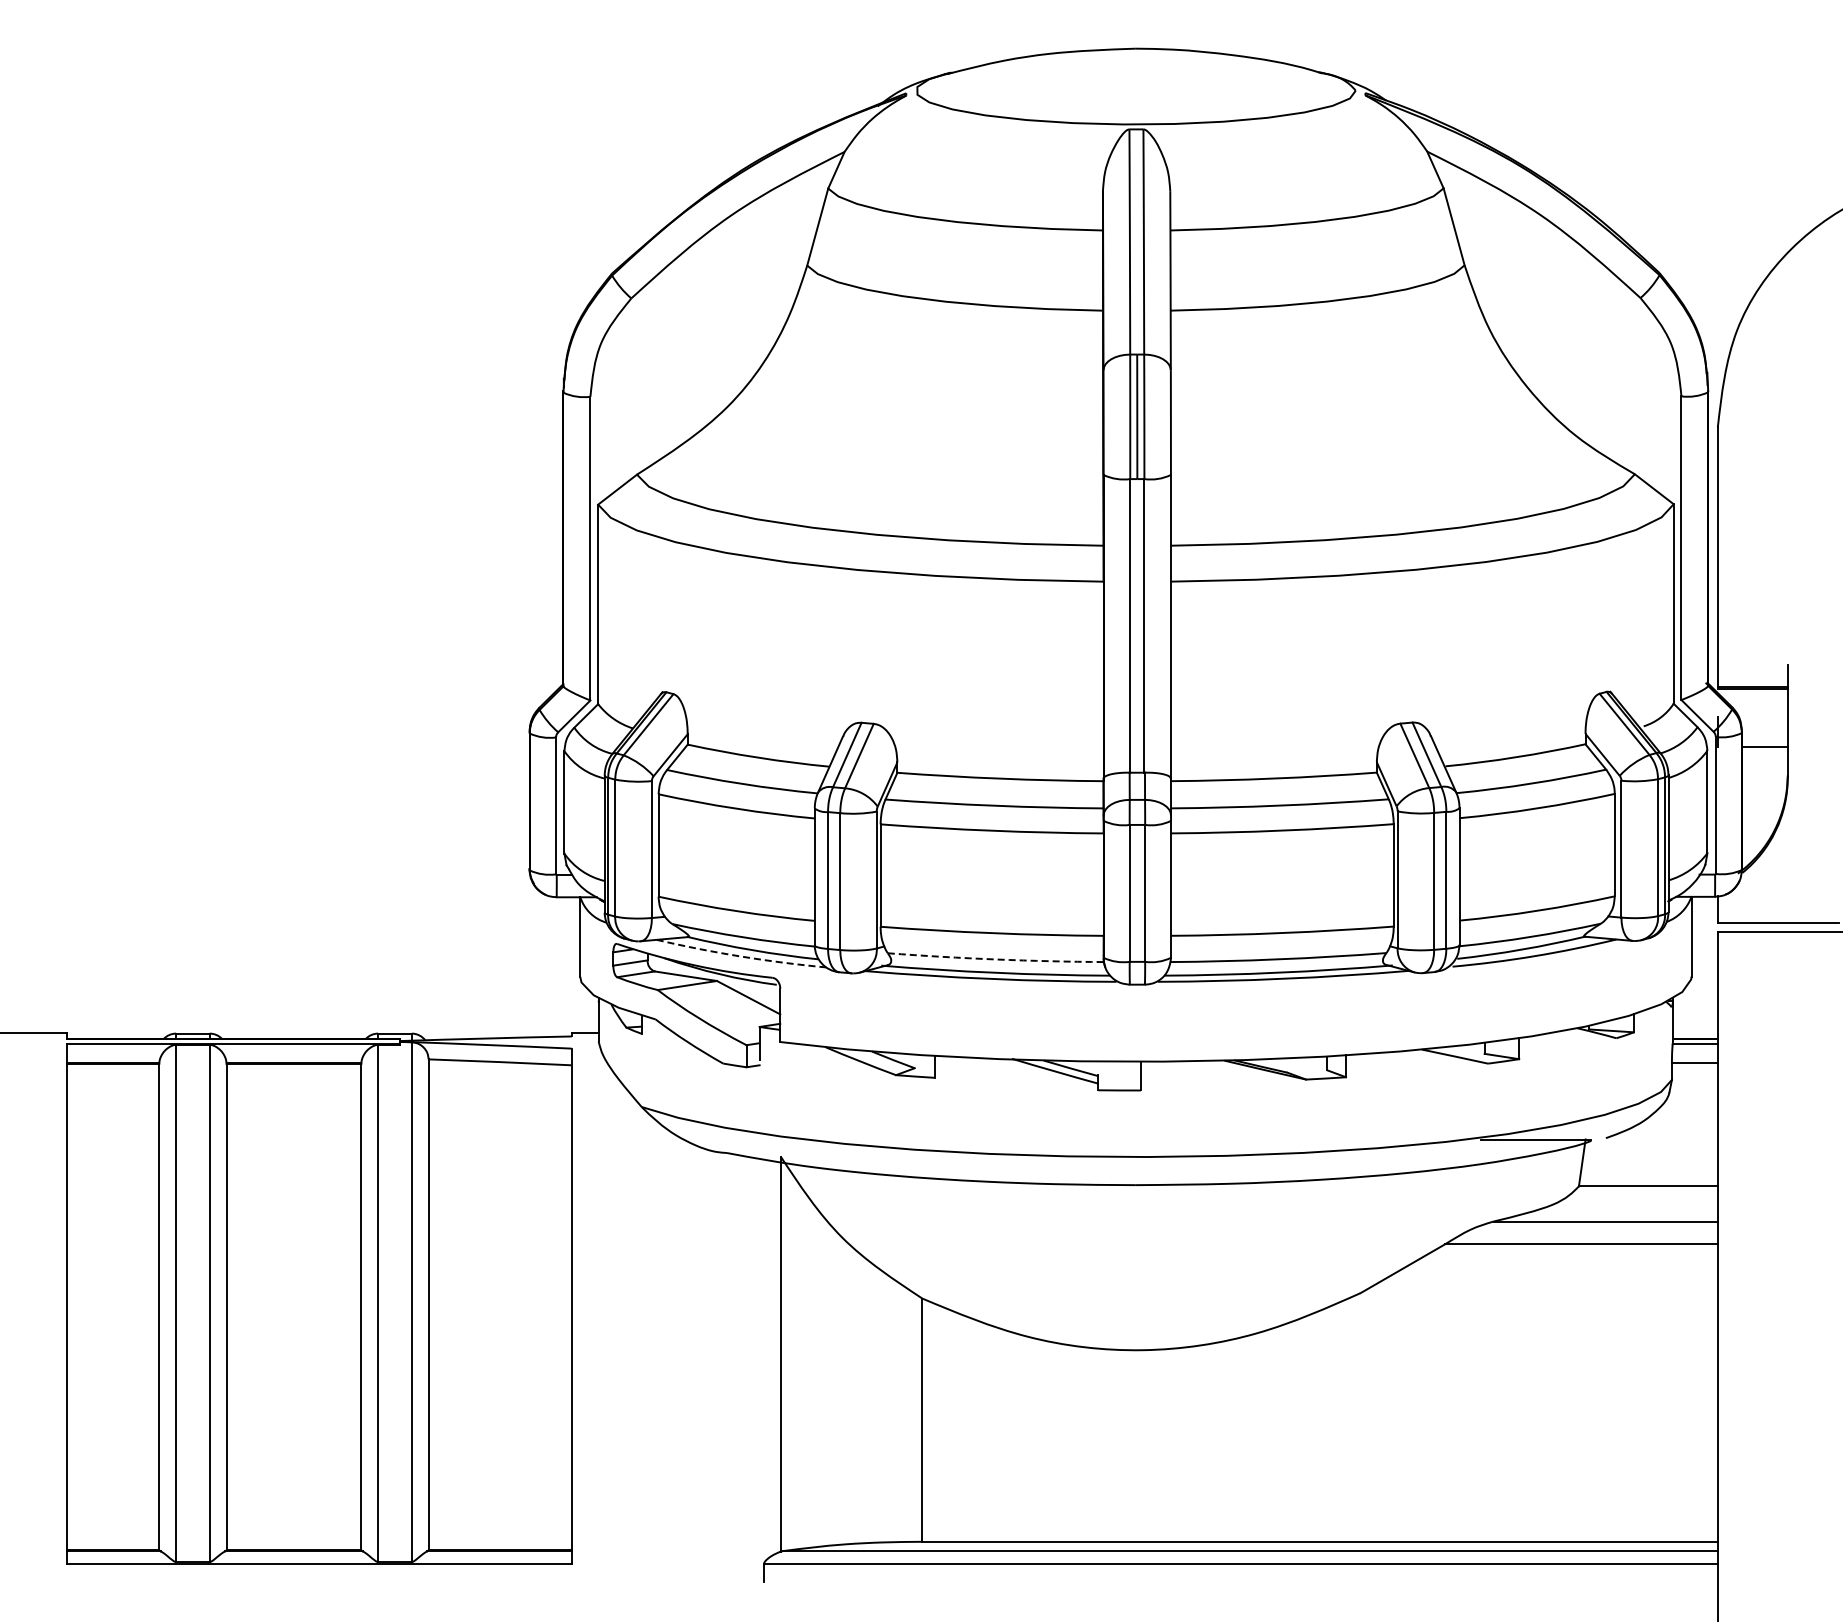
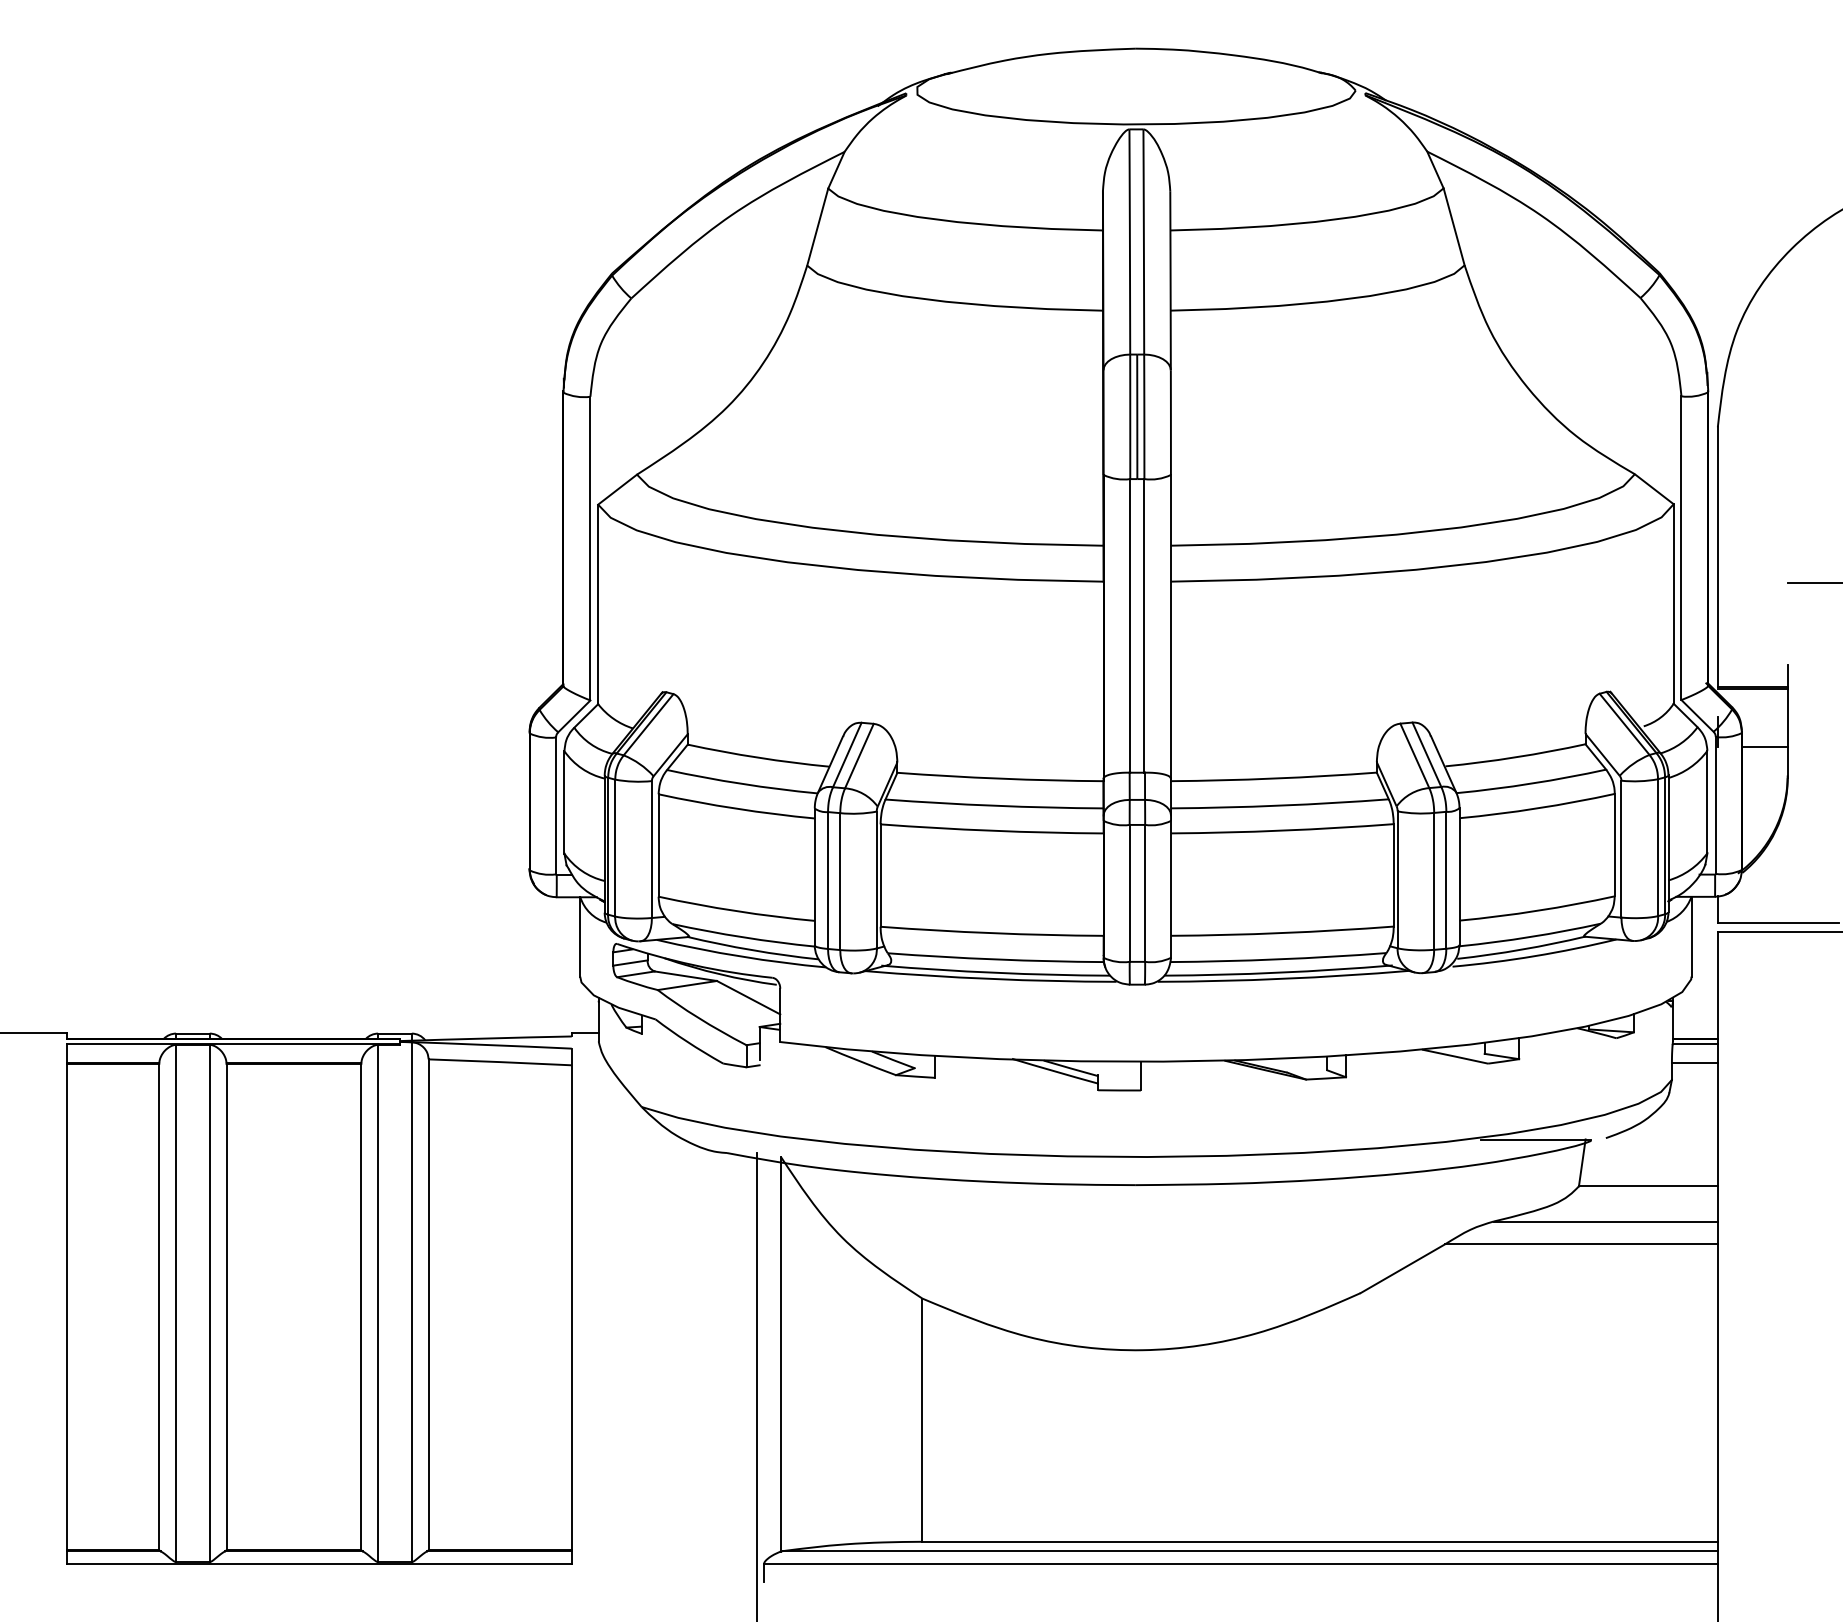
line at (1813, 583): none -> present
arc at (740, 956): dashed -> solid
arc at (996, 959): dashed -> solid
line at (757, 1385): none -> present
